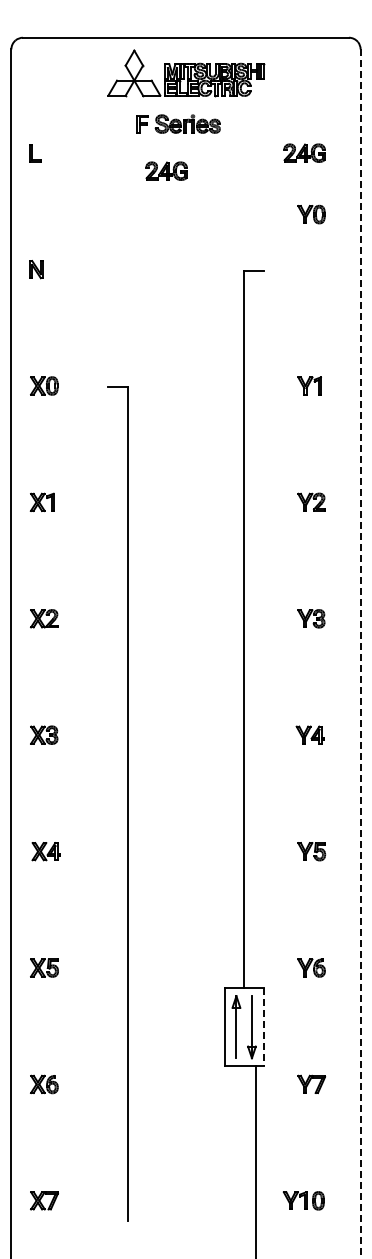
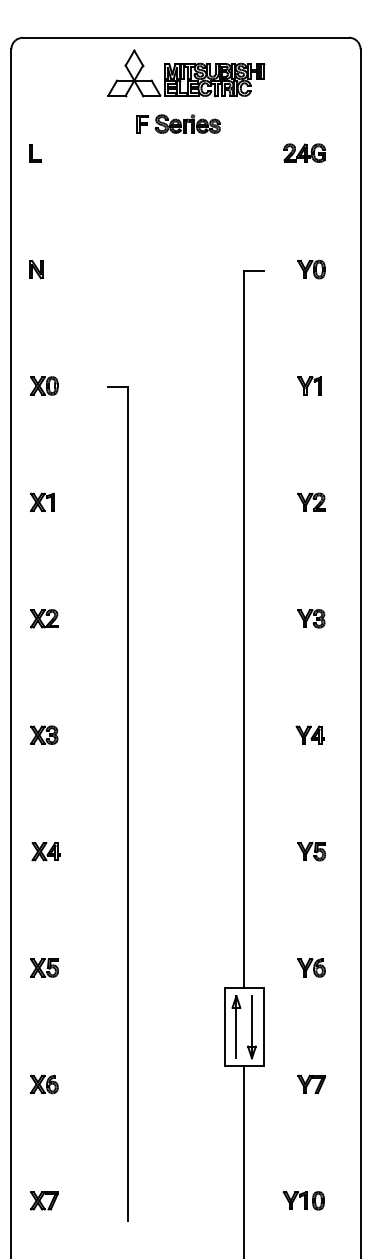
part at (166, 170): present -> none
part at (311, 214) position: (311, 214) -> (311, 269)
line at (360, 654): dashed -> solid
line at (263, 1027): dashed -> solid
line at (256, 1160) position: (256, 1160) -> (244, 1160)
